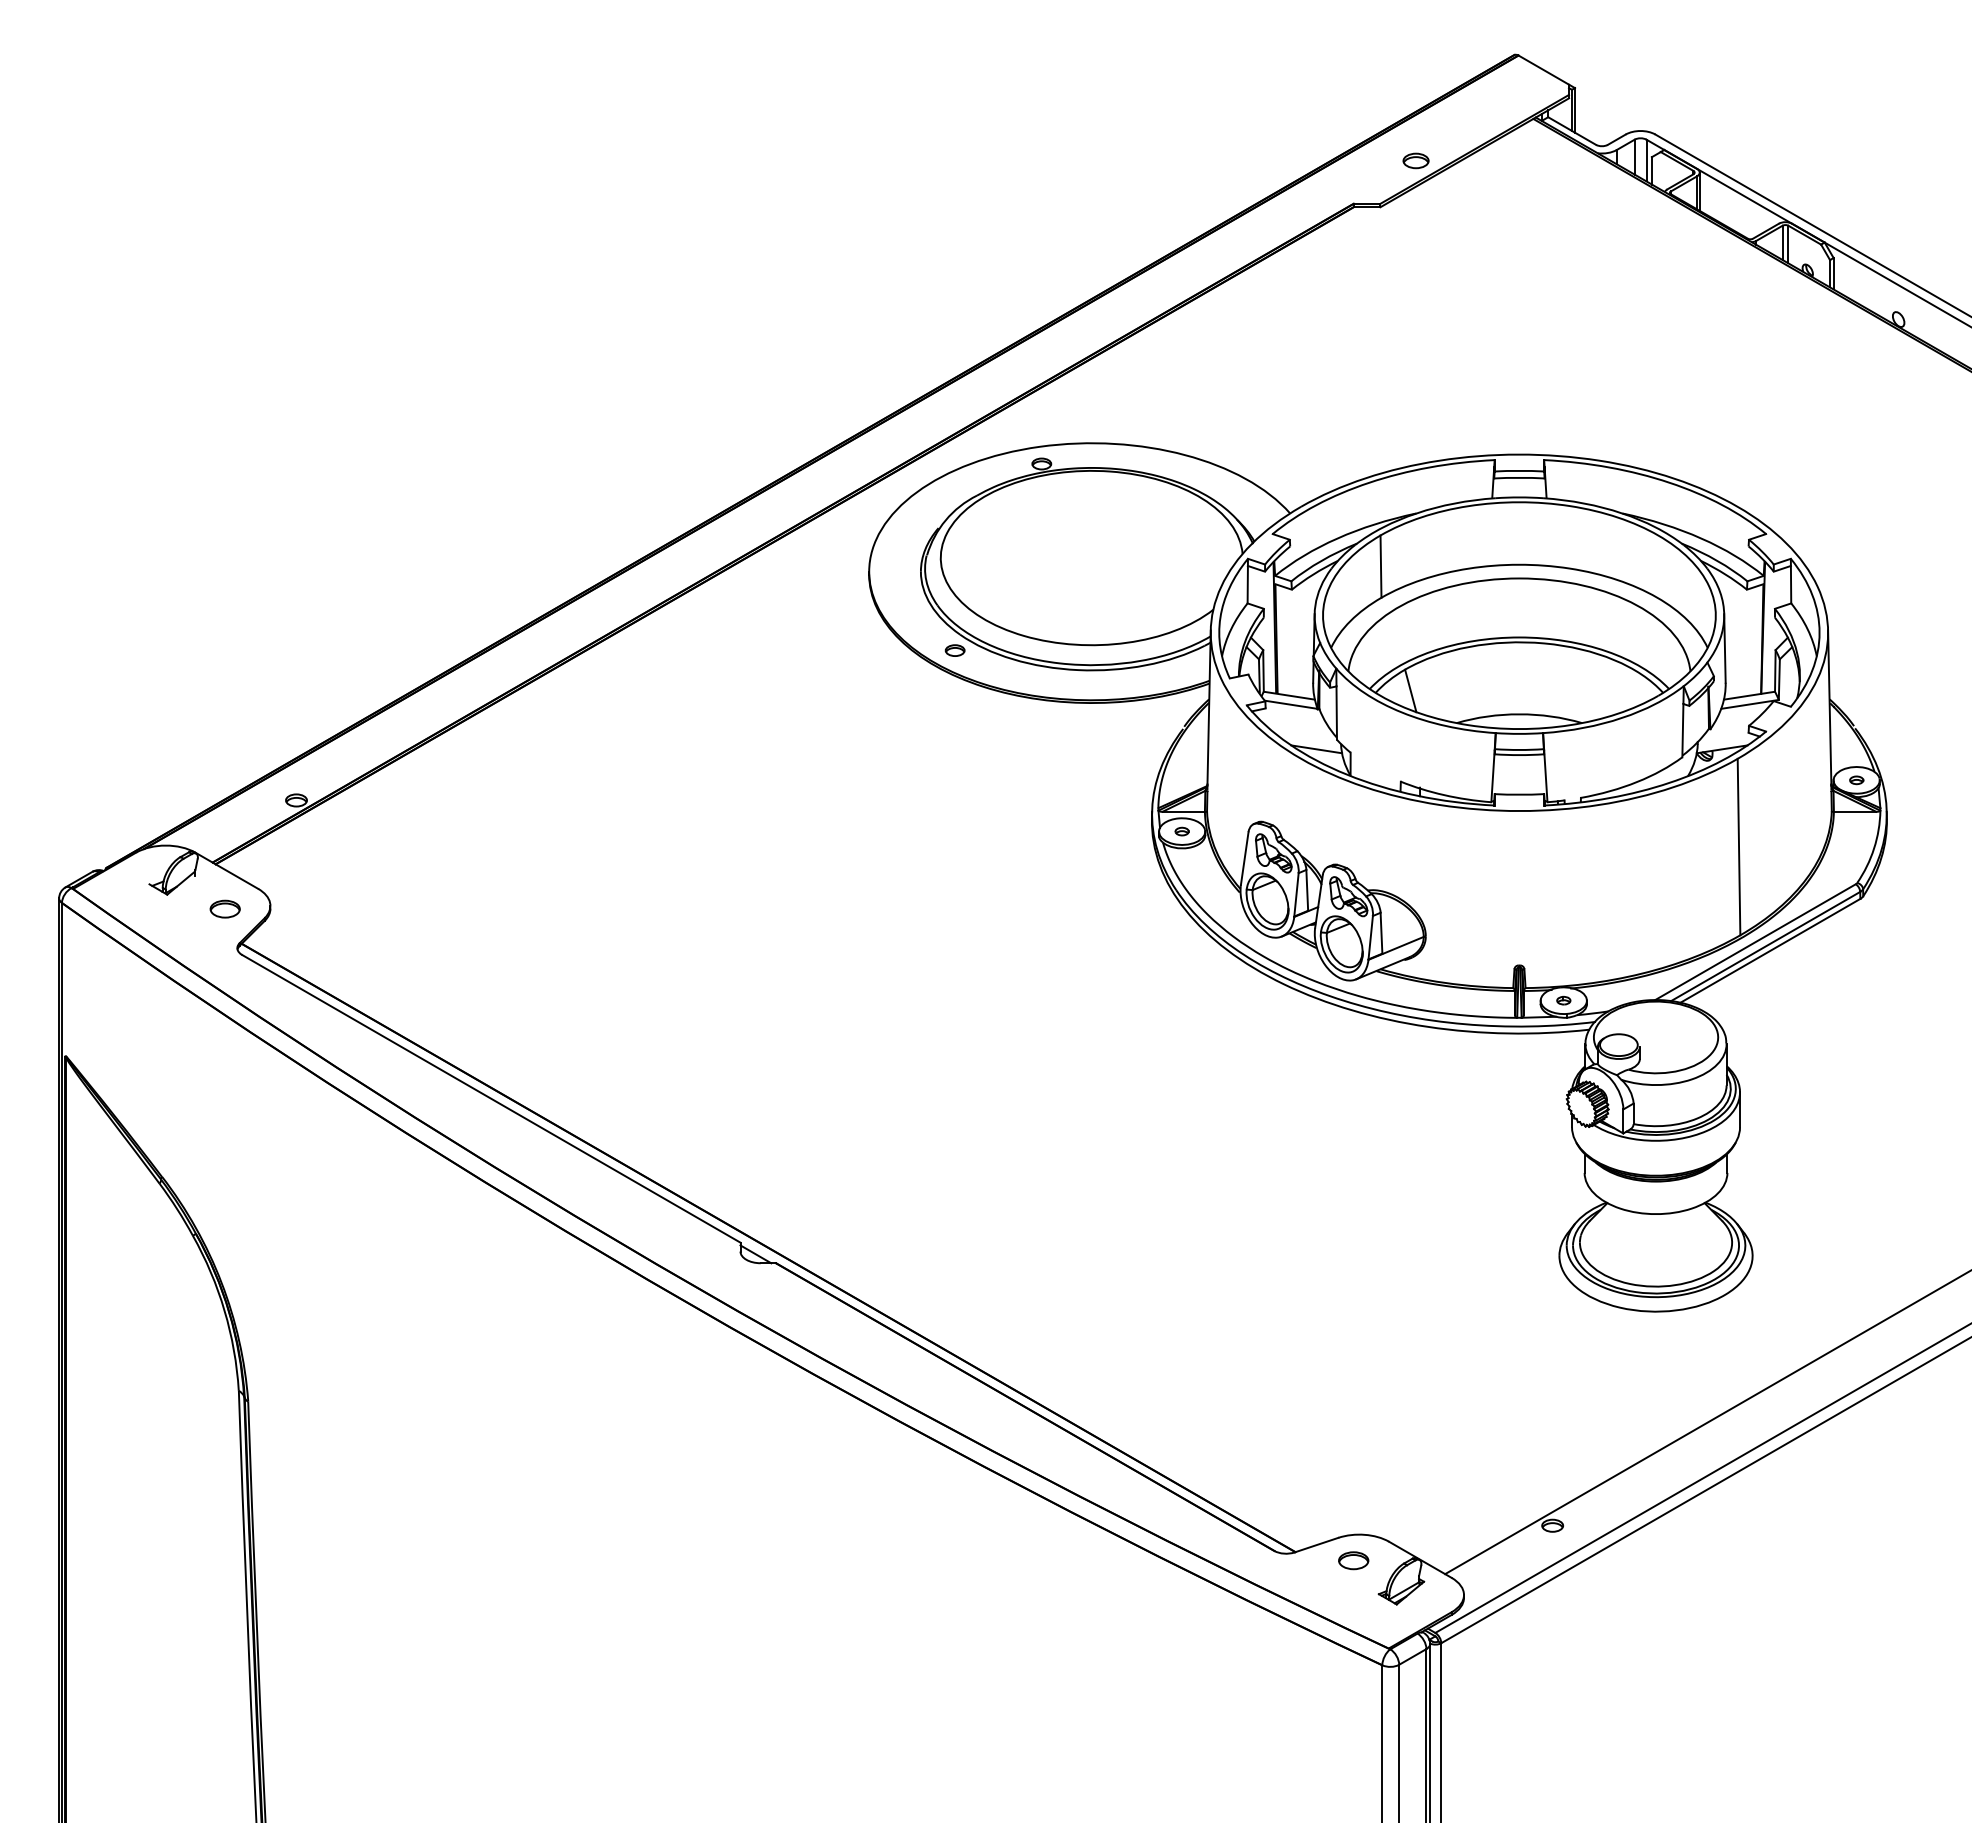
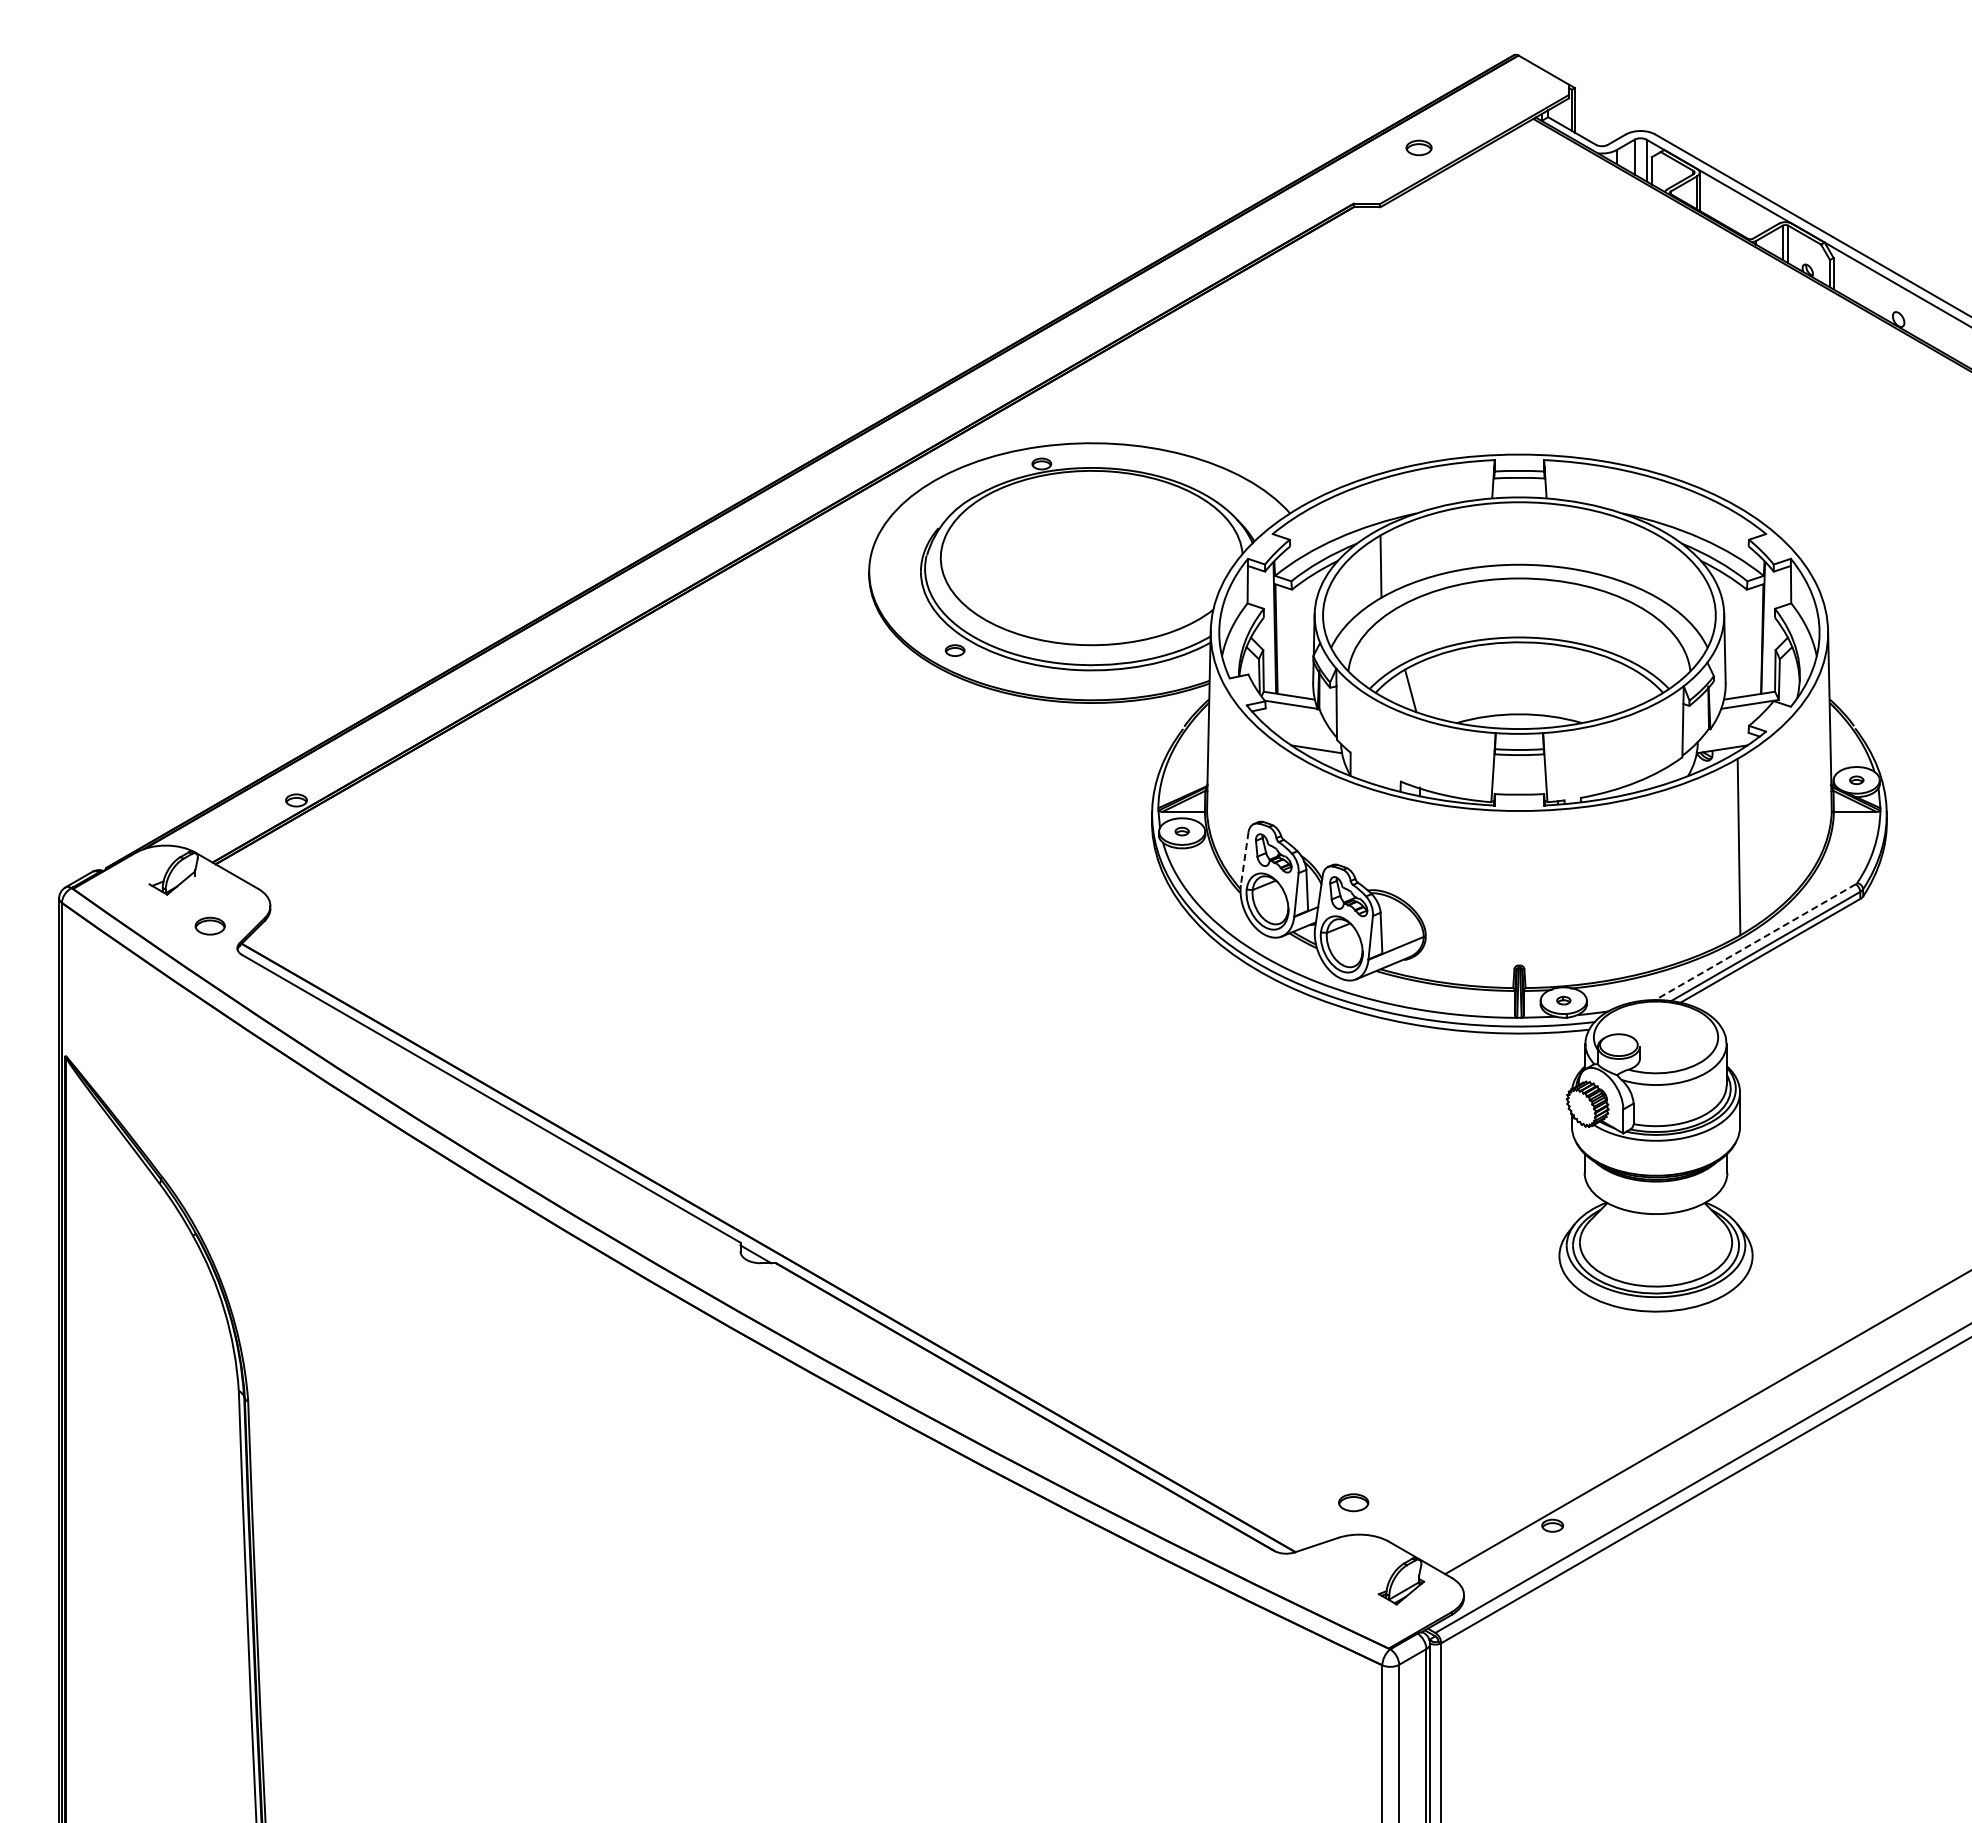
part at (1415, 160) position: (1415, 160) -> (1418, 147)
line at (1244, 858): solid -> dashed
part at (224, 908) position: (224, 908) -> (209, 925)
line at (1755, 942): solid -> dashed
part at (1353, 1560) position: (1353, 1560) -> (1353, 1502)
